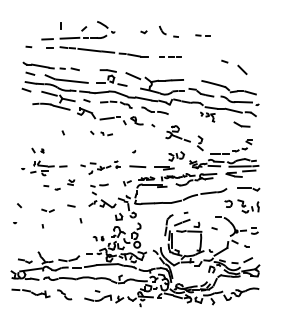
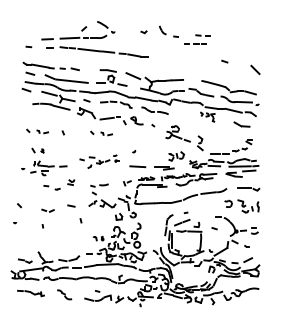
line at (60, 25): present -> none
line at (170, 56) position: (170, 56) -> (195, 43)
line at (242, 69) position: (242, 69) -> (255, 69)
part at (37, 131): none -> present
part at (100, 167) position: (100, 167) -> (99, 161)
part at (30, 293) size: 40x11 px -> 28x9 px
